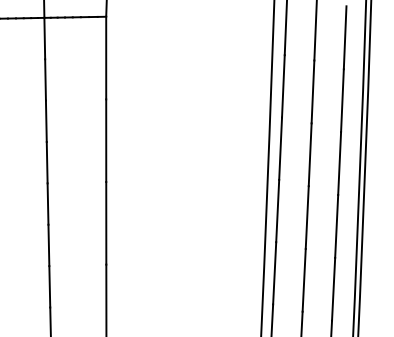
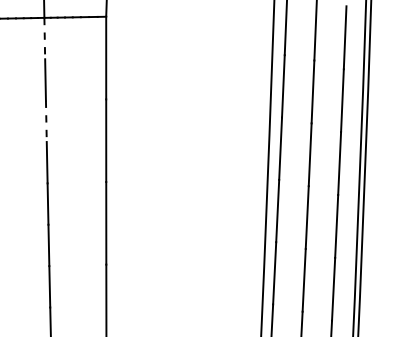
line at (44, 38): solid -> dashed
line at (46, 121): solid -> dashed
